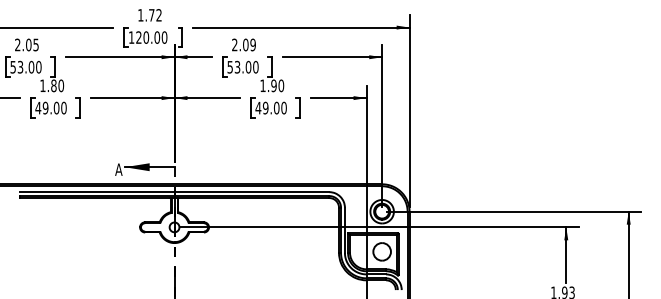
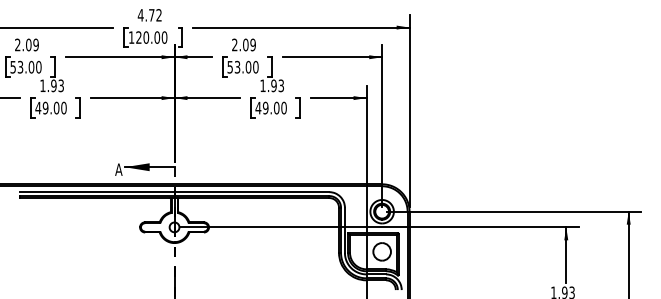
text at (140, 15): 1.72 -> 4.72
text at (35, 44): 2.05 -> 2.09
text at (57, 85): 1.80 -> 1.93
text at (281, 85): 1.90 -> 1.93
